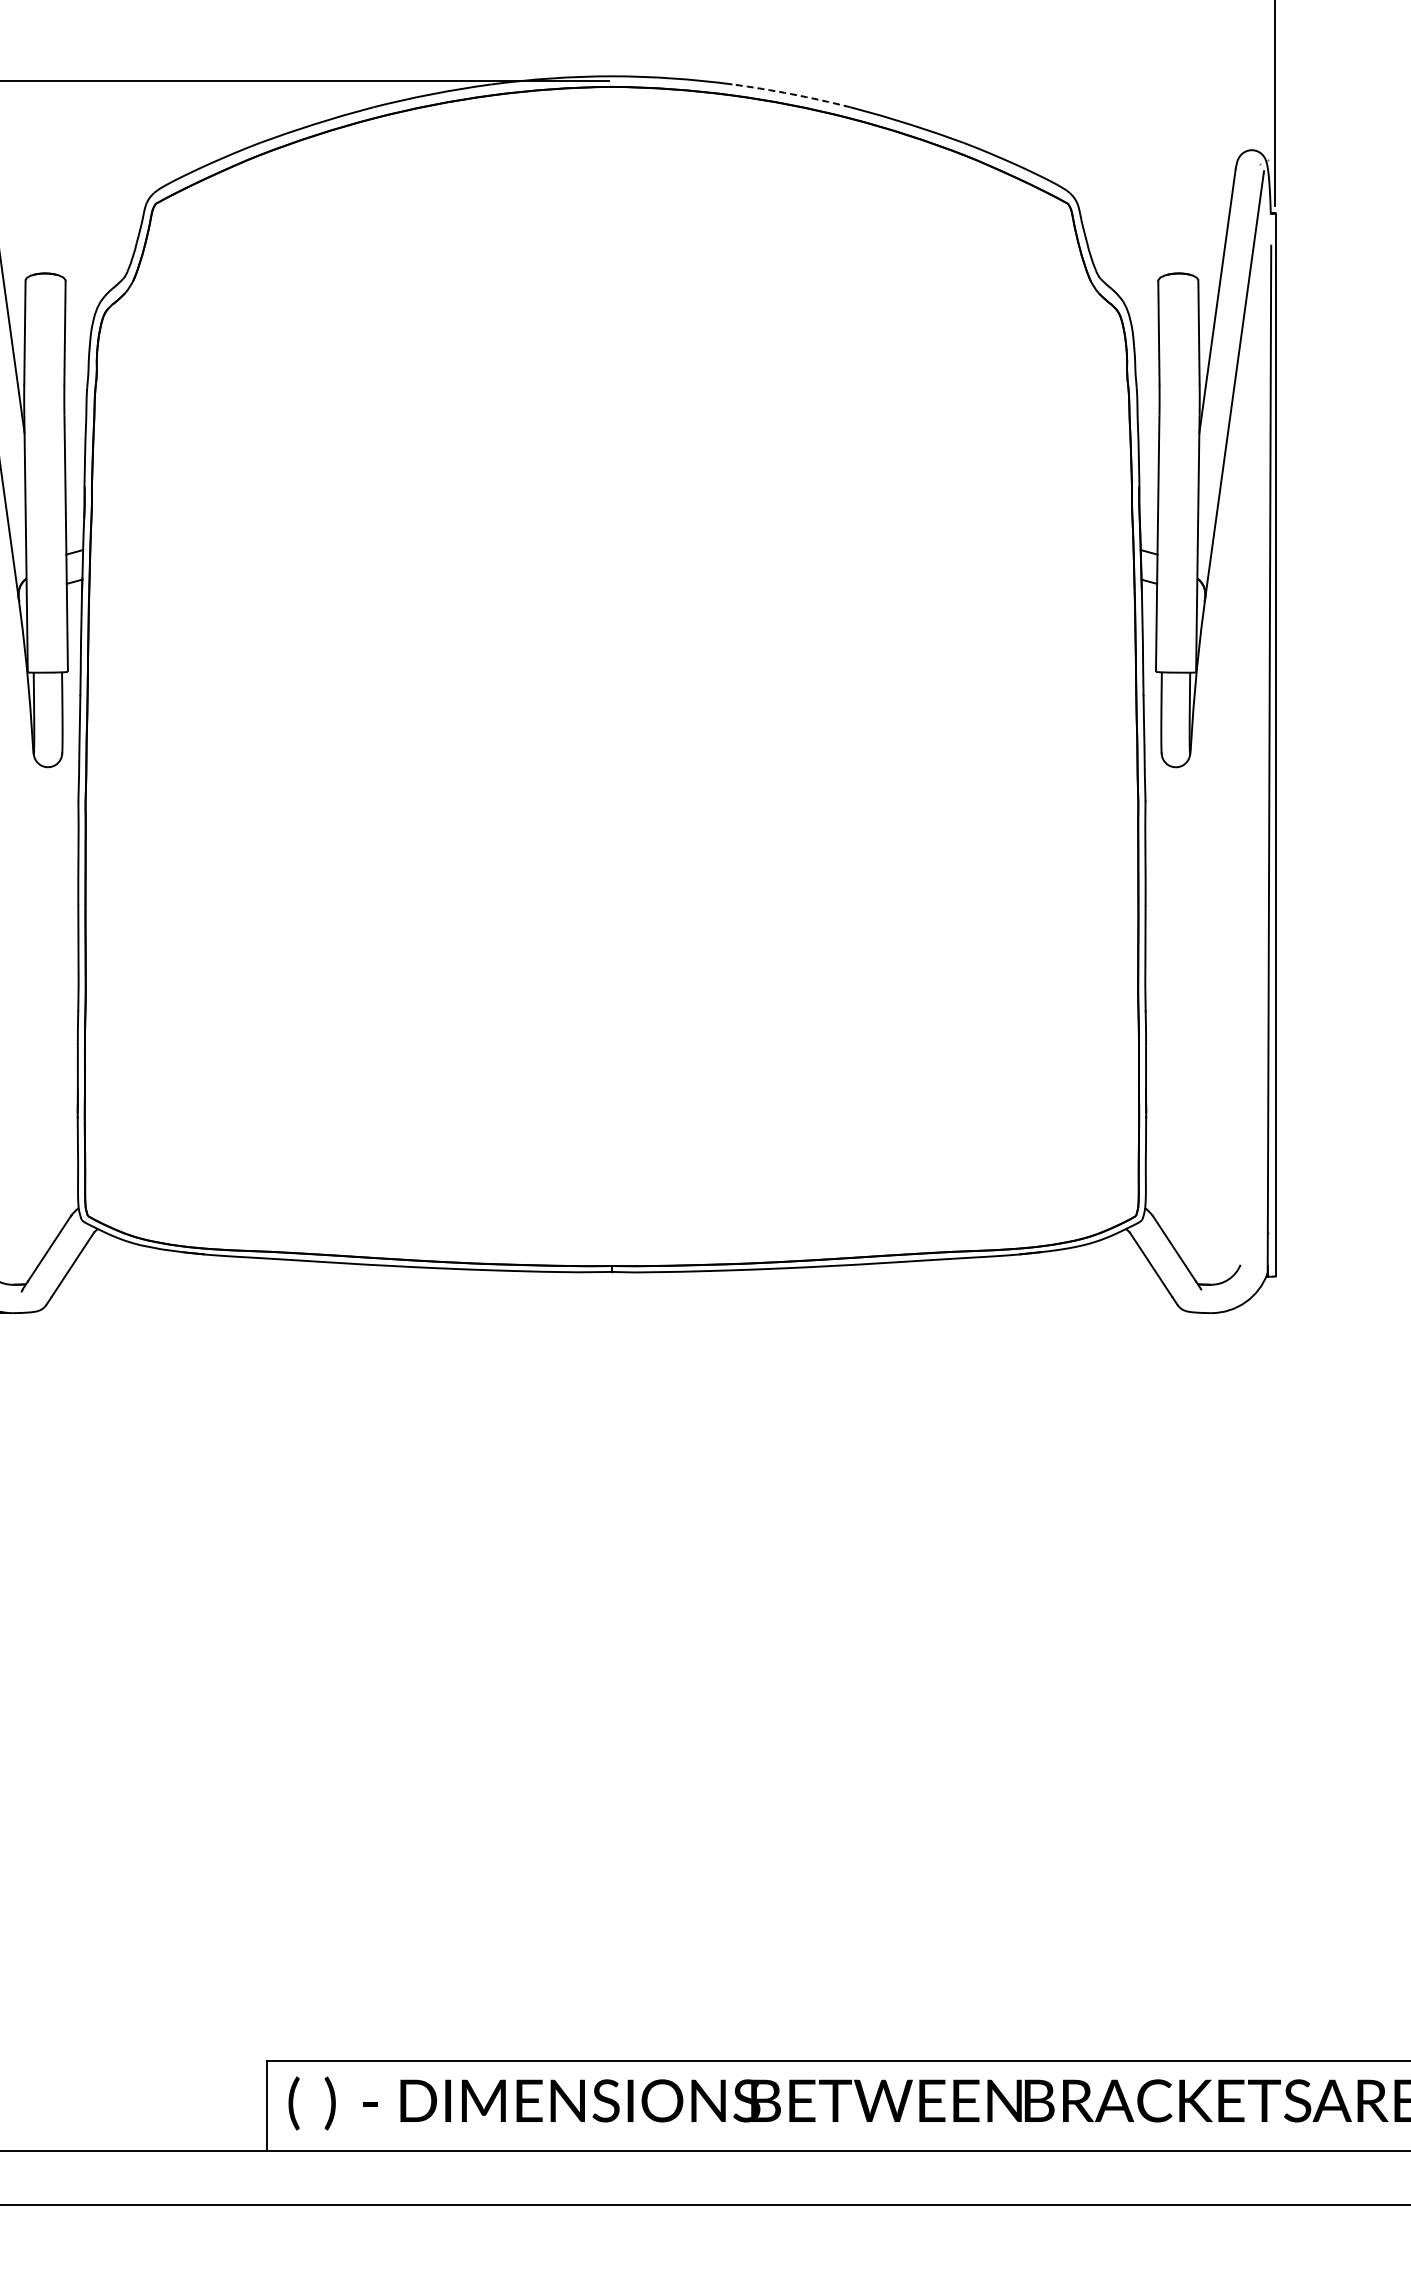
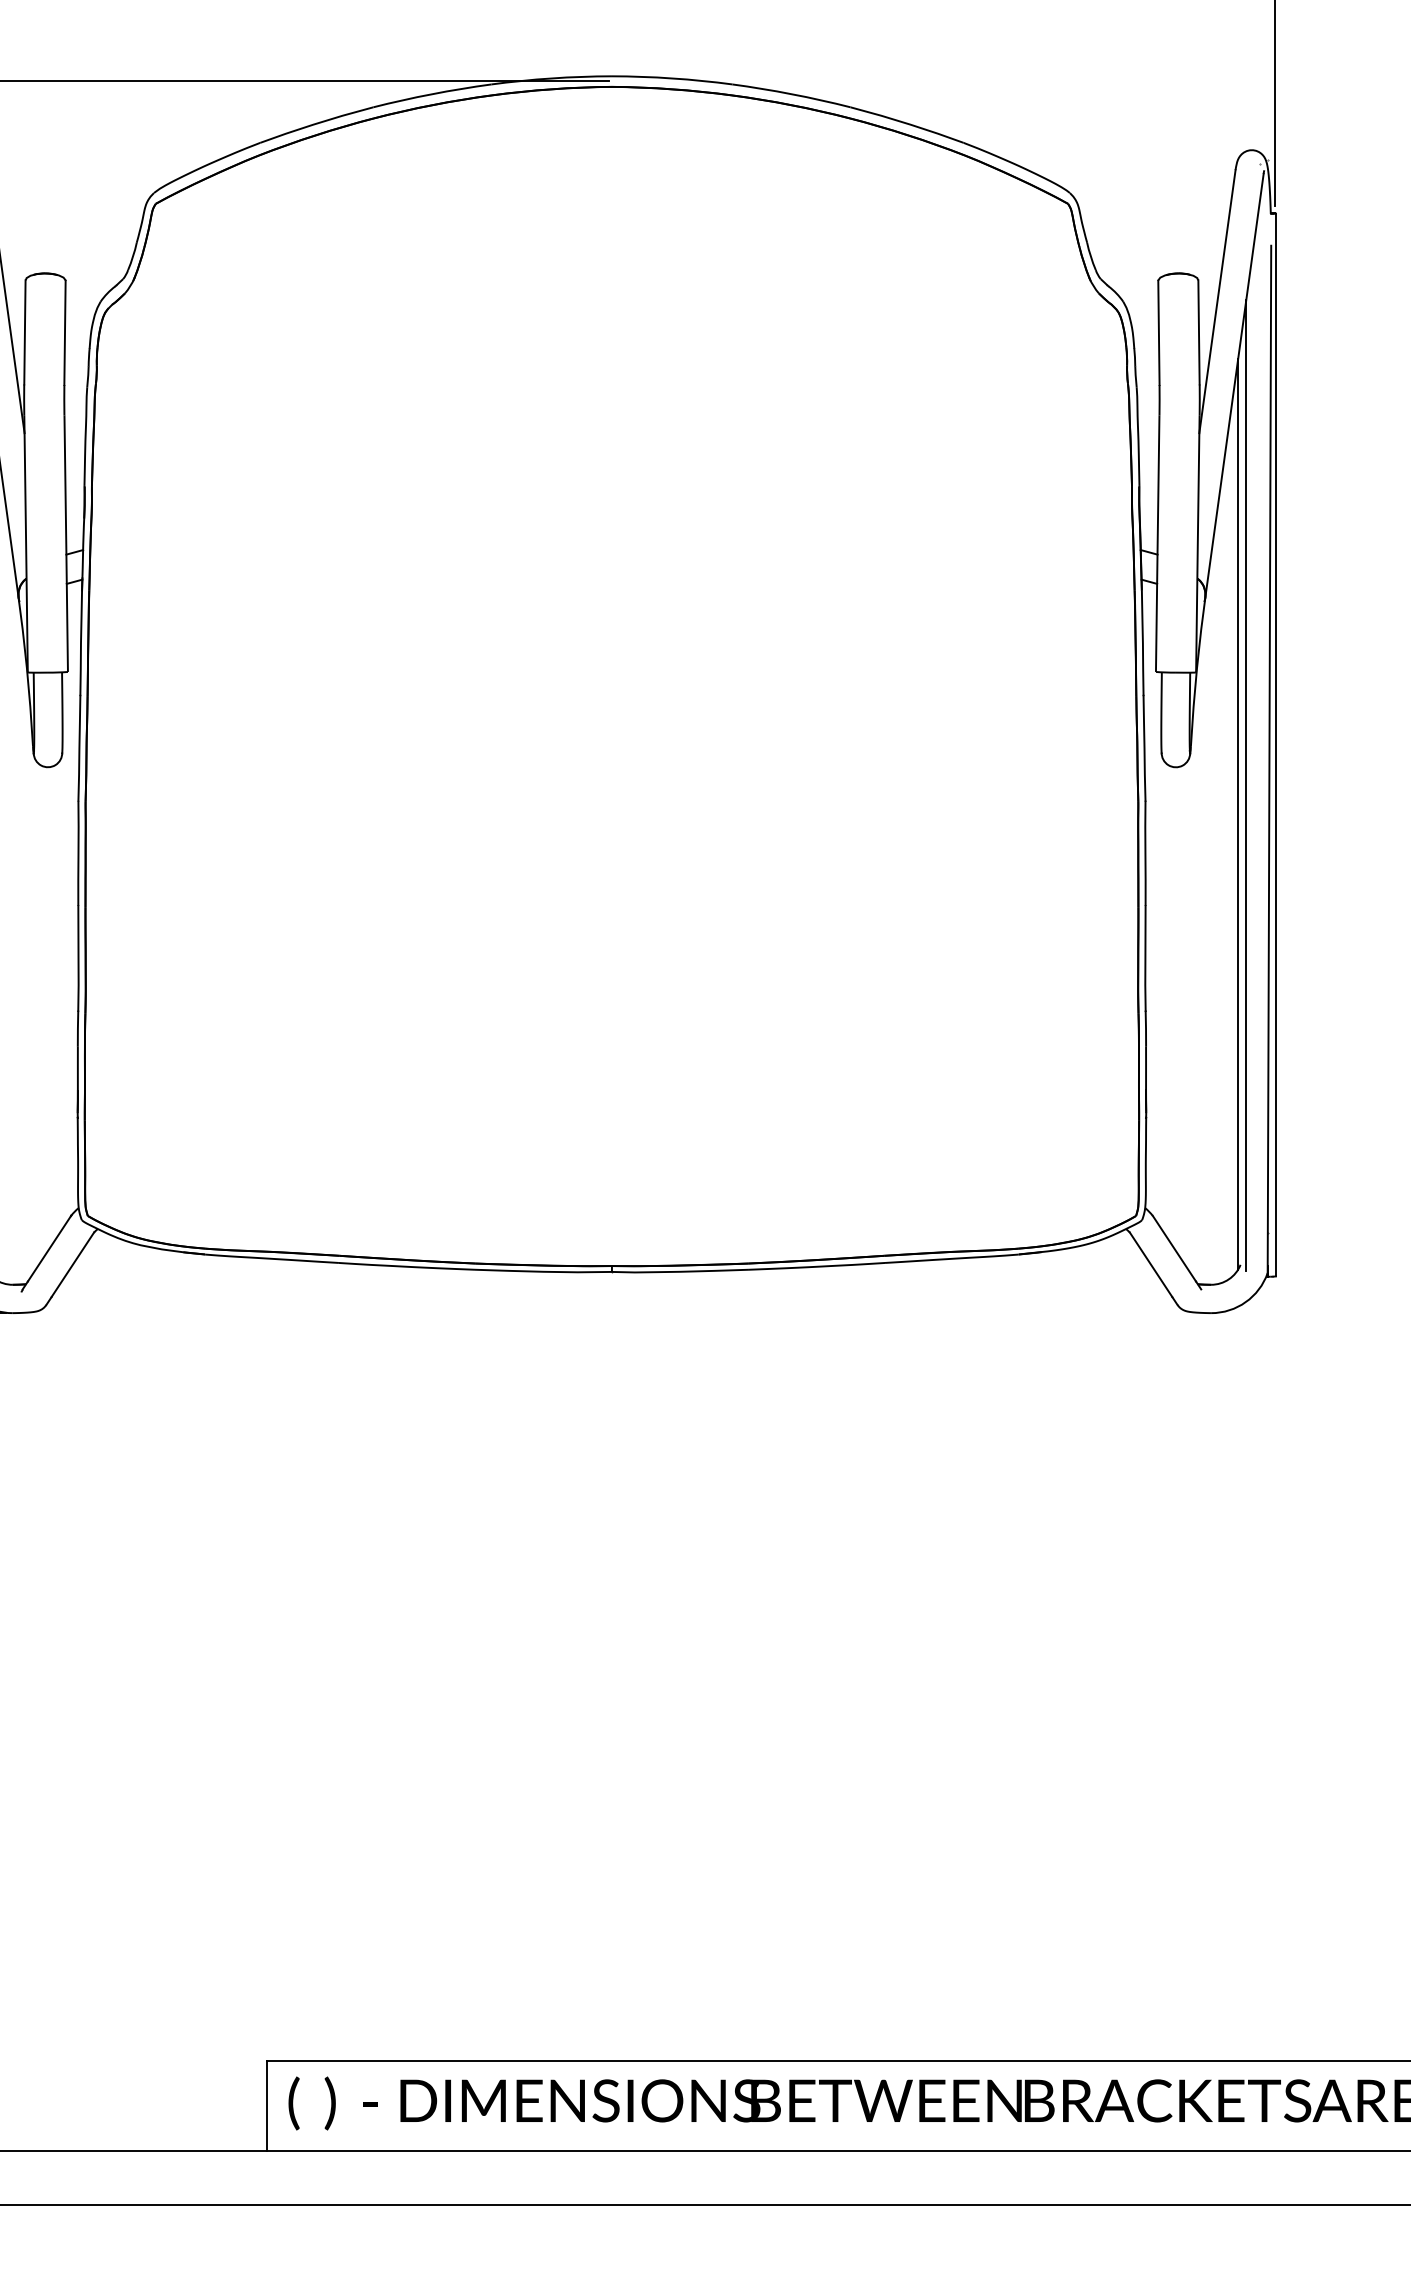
arc at (791, 94): dashed -> solid
line at (1246, 785): none -> present
line at (1238, 814): none -> present
